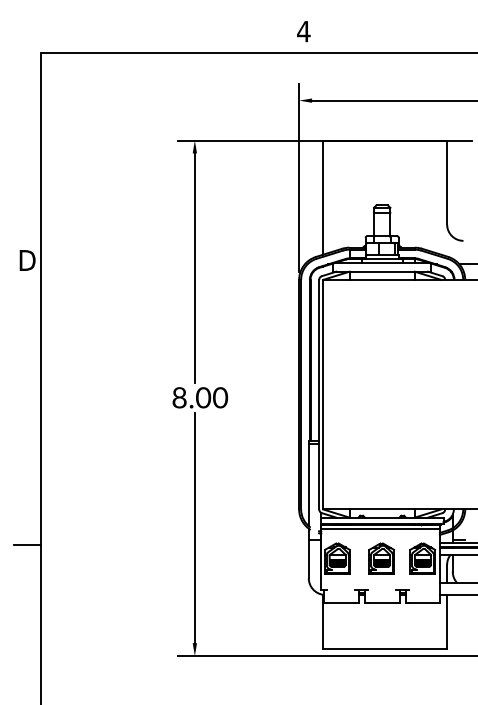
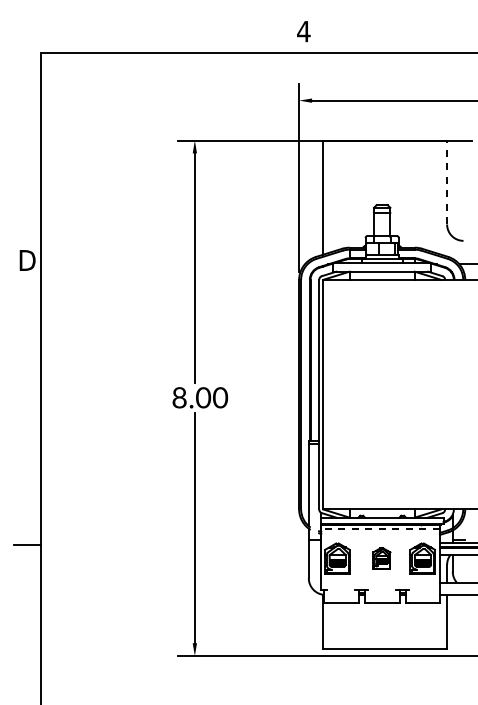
line at (447, 182): solid -> dashed
line at (380, 529): solid -> dashed
part at (381, 558) size: 28x33 px -> 20x23 px
